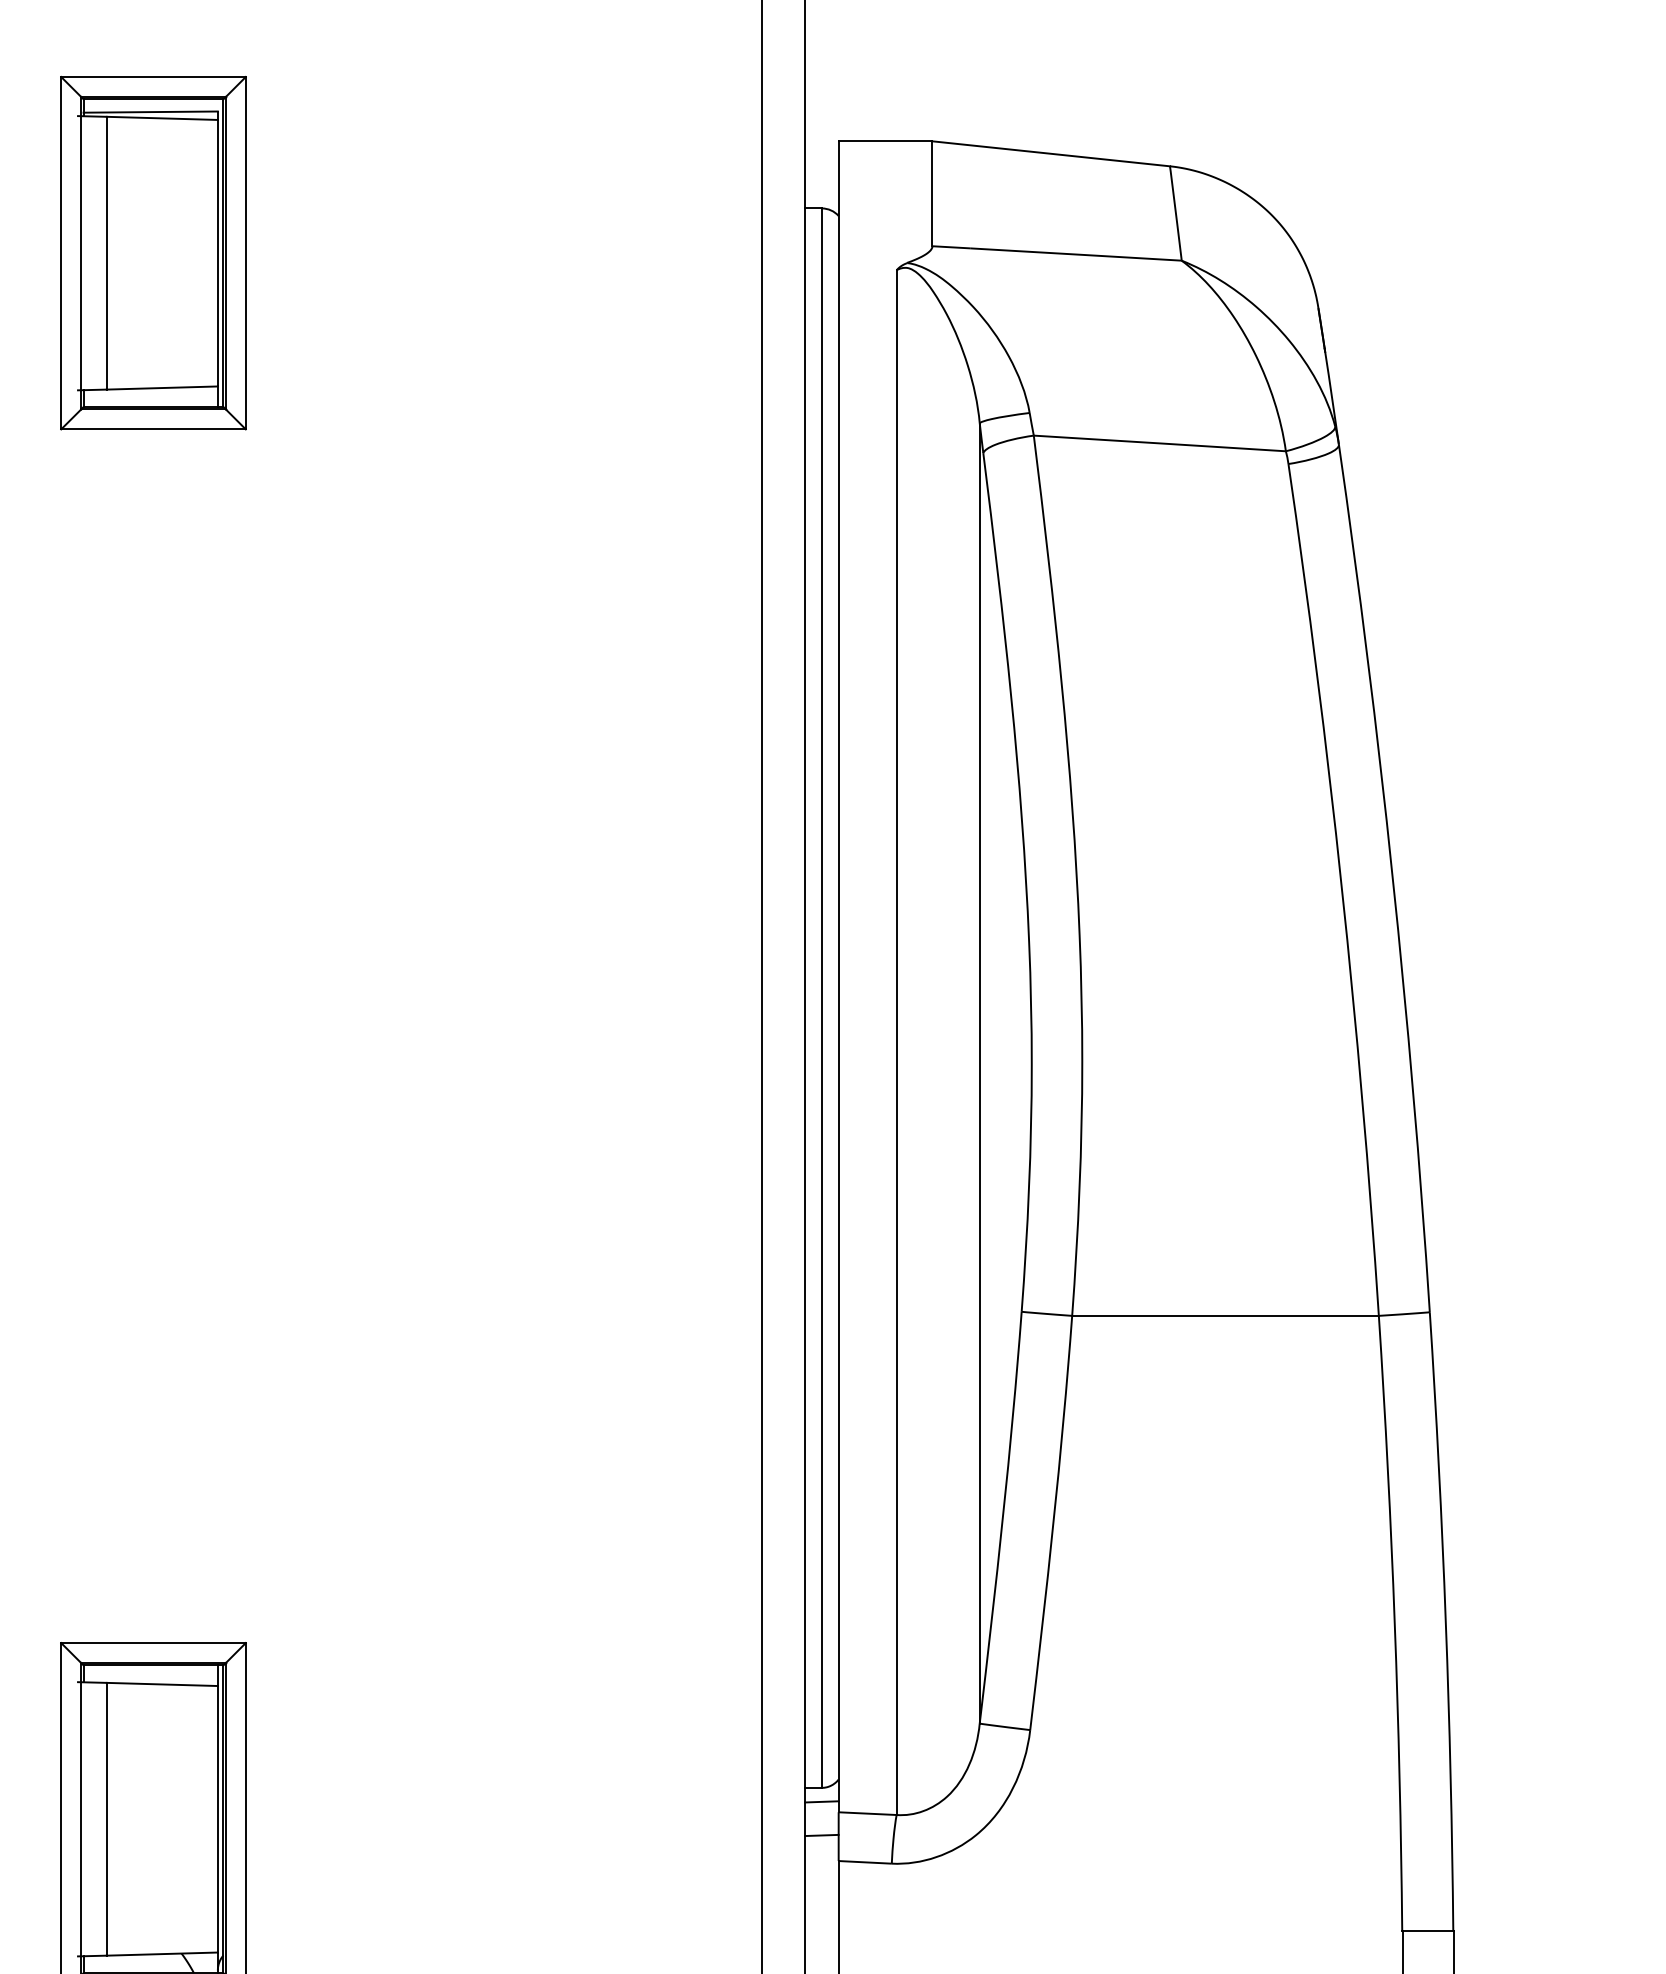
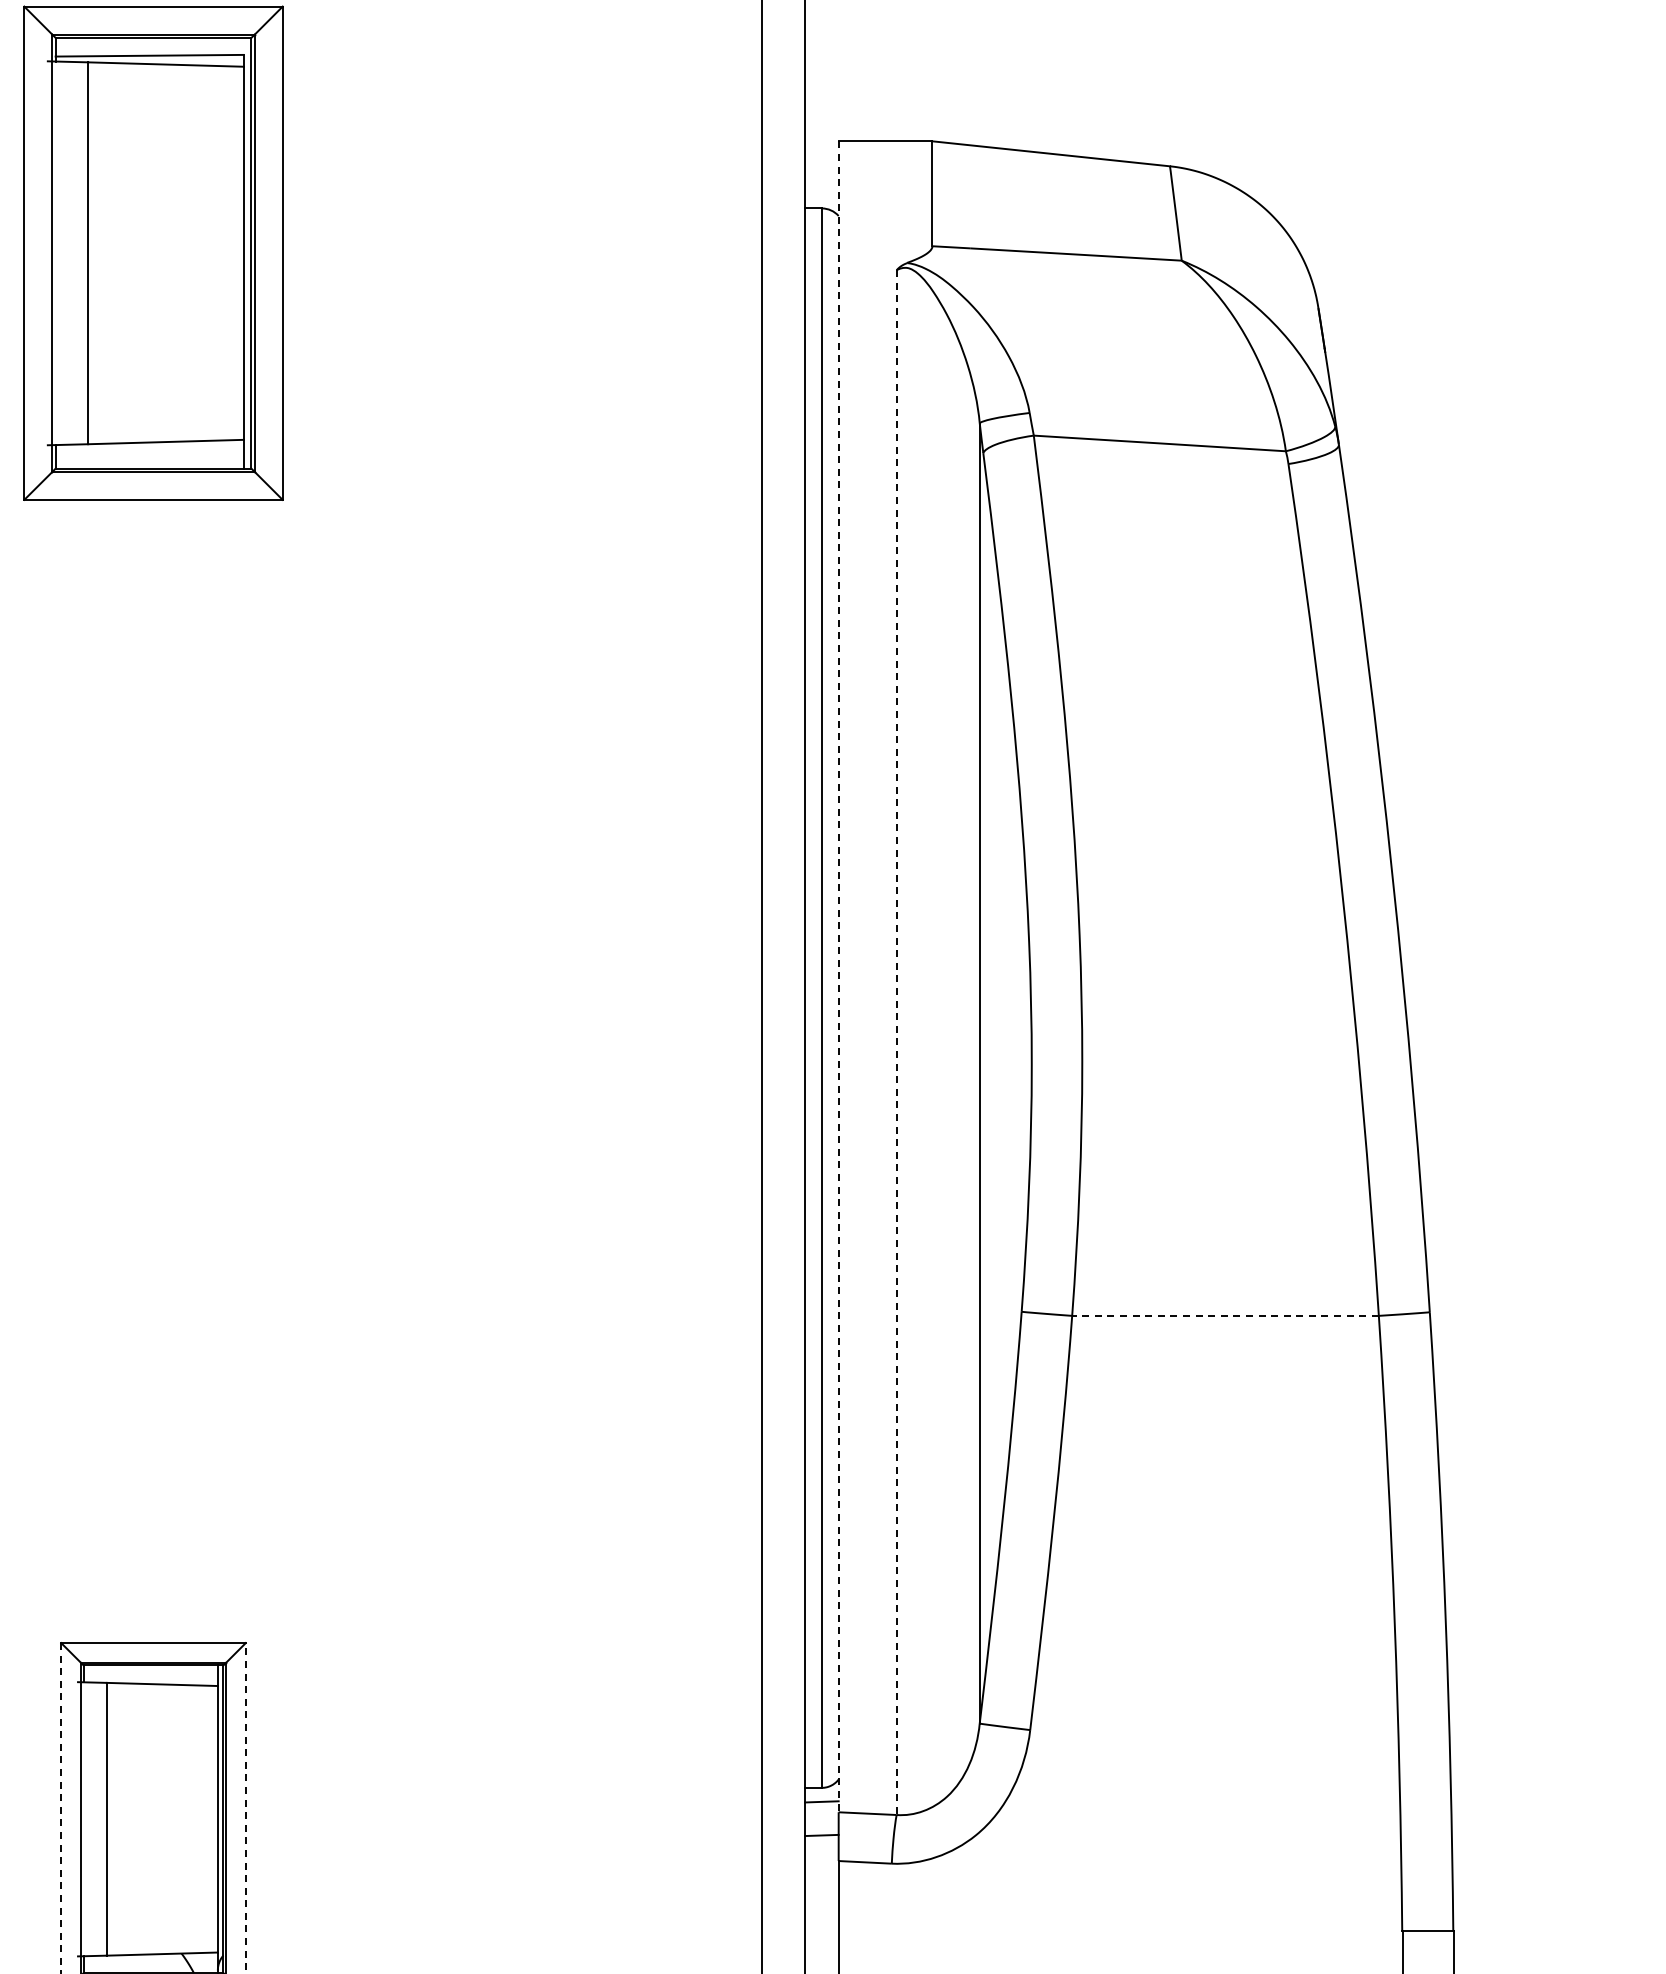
part at (153, 252) size: 187x356 px -> 261x496 px
line at (838, 977): solid -> dashed
line at (896, 1043): solid -> dashed
line at (1225, 1315): solid -> dashed
line at (245, 1807): solid -> dashed
line at (61, 1808): solid -> dashed
